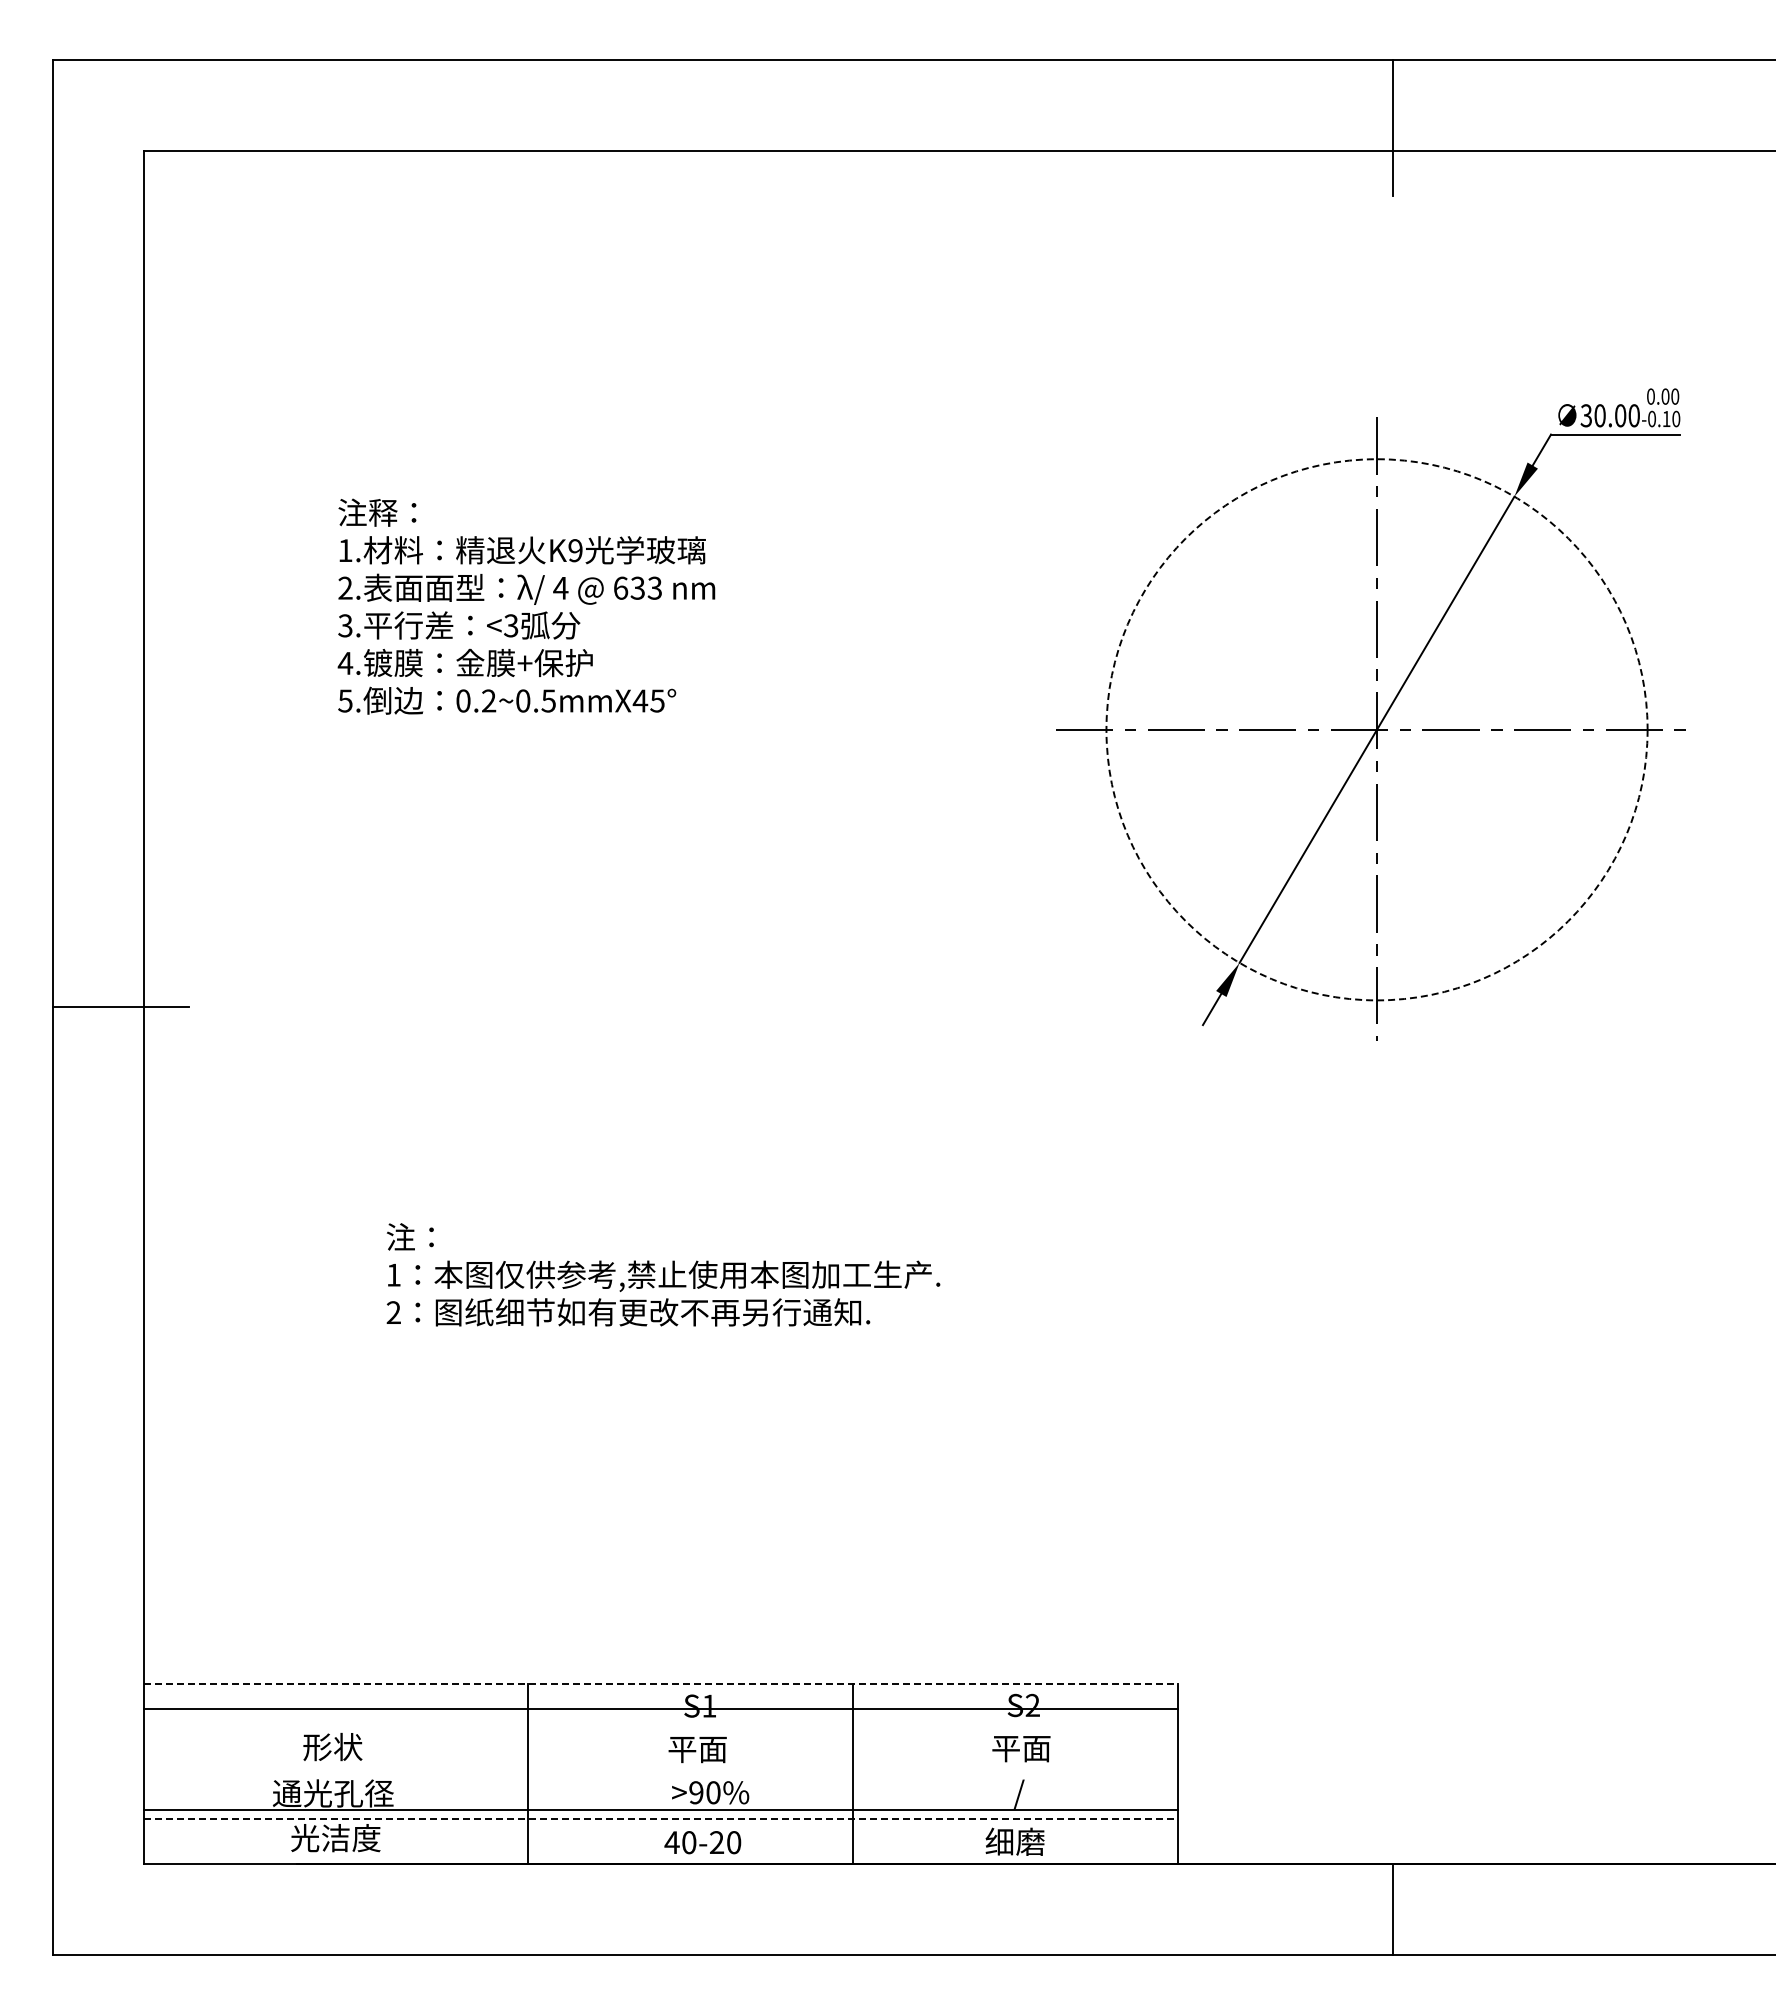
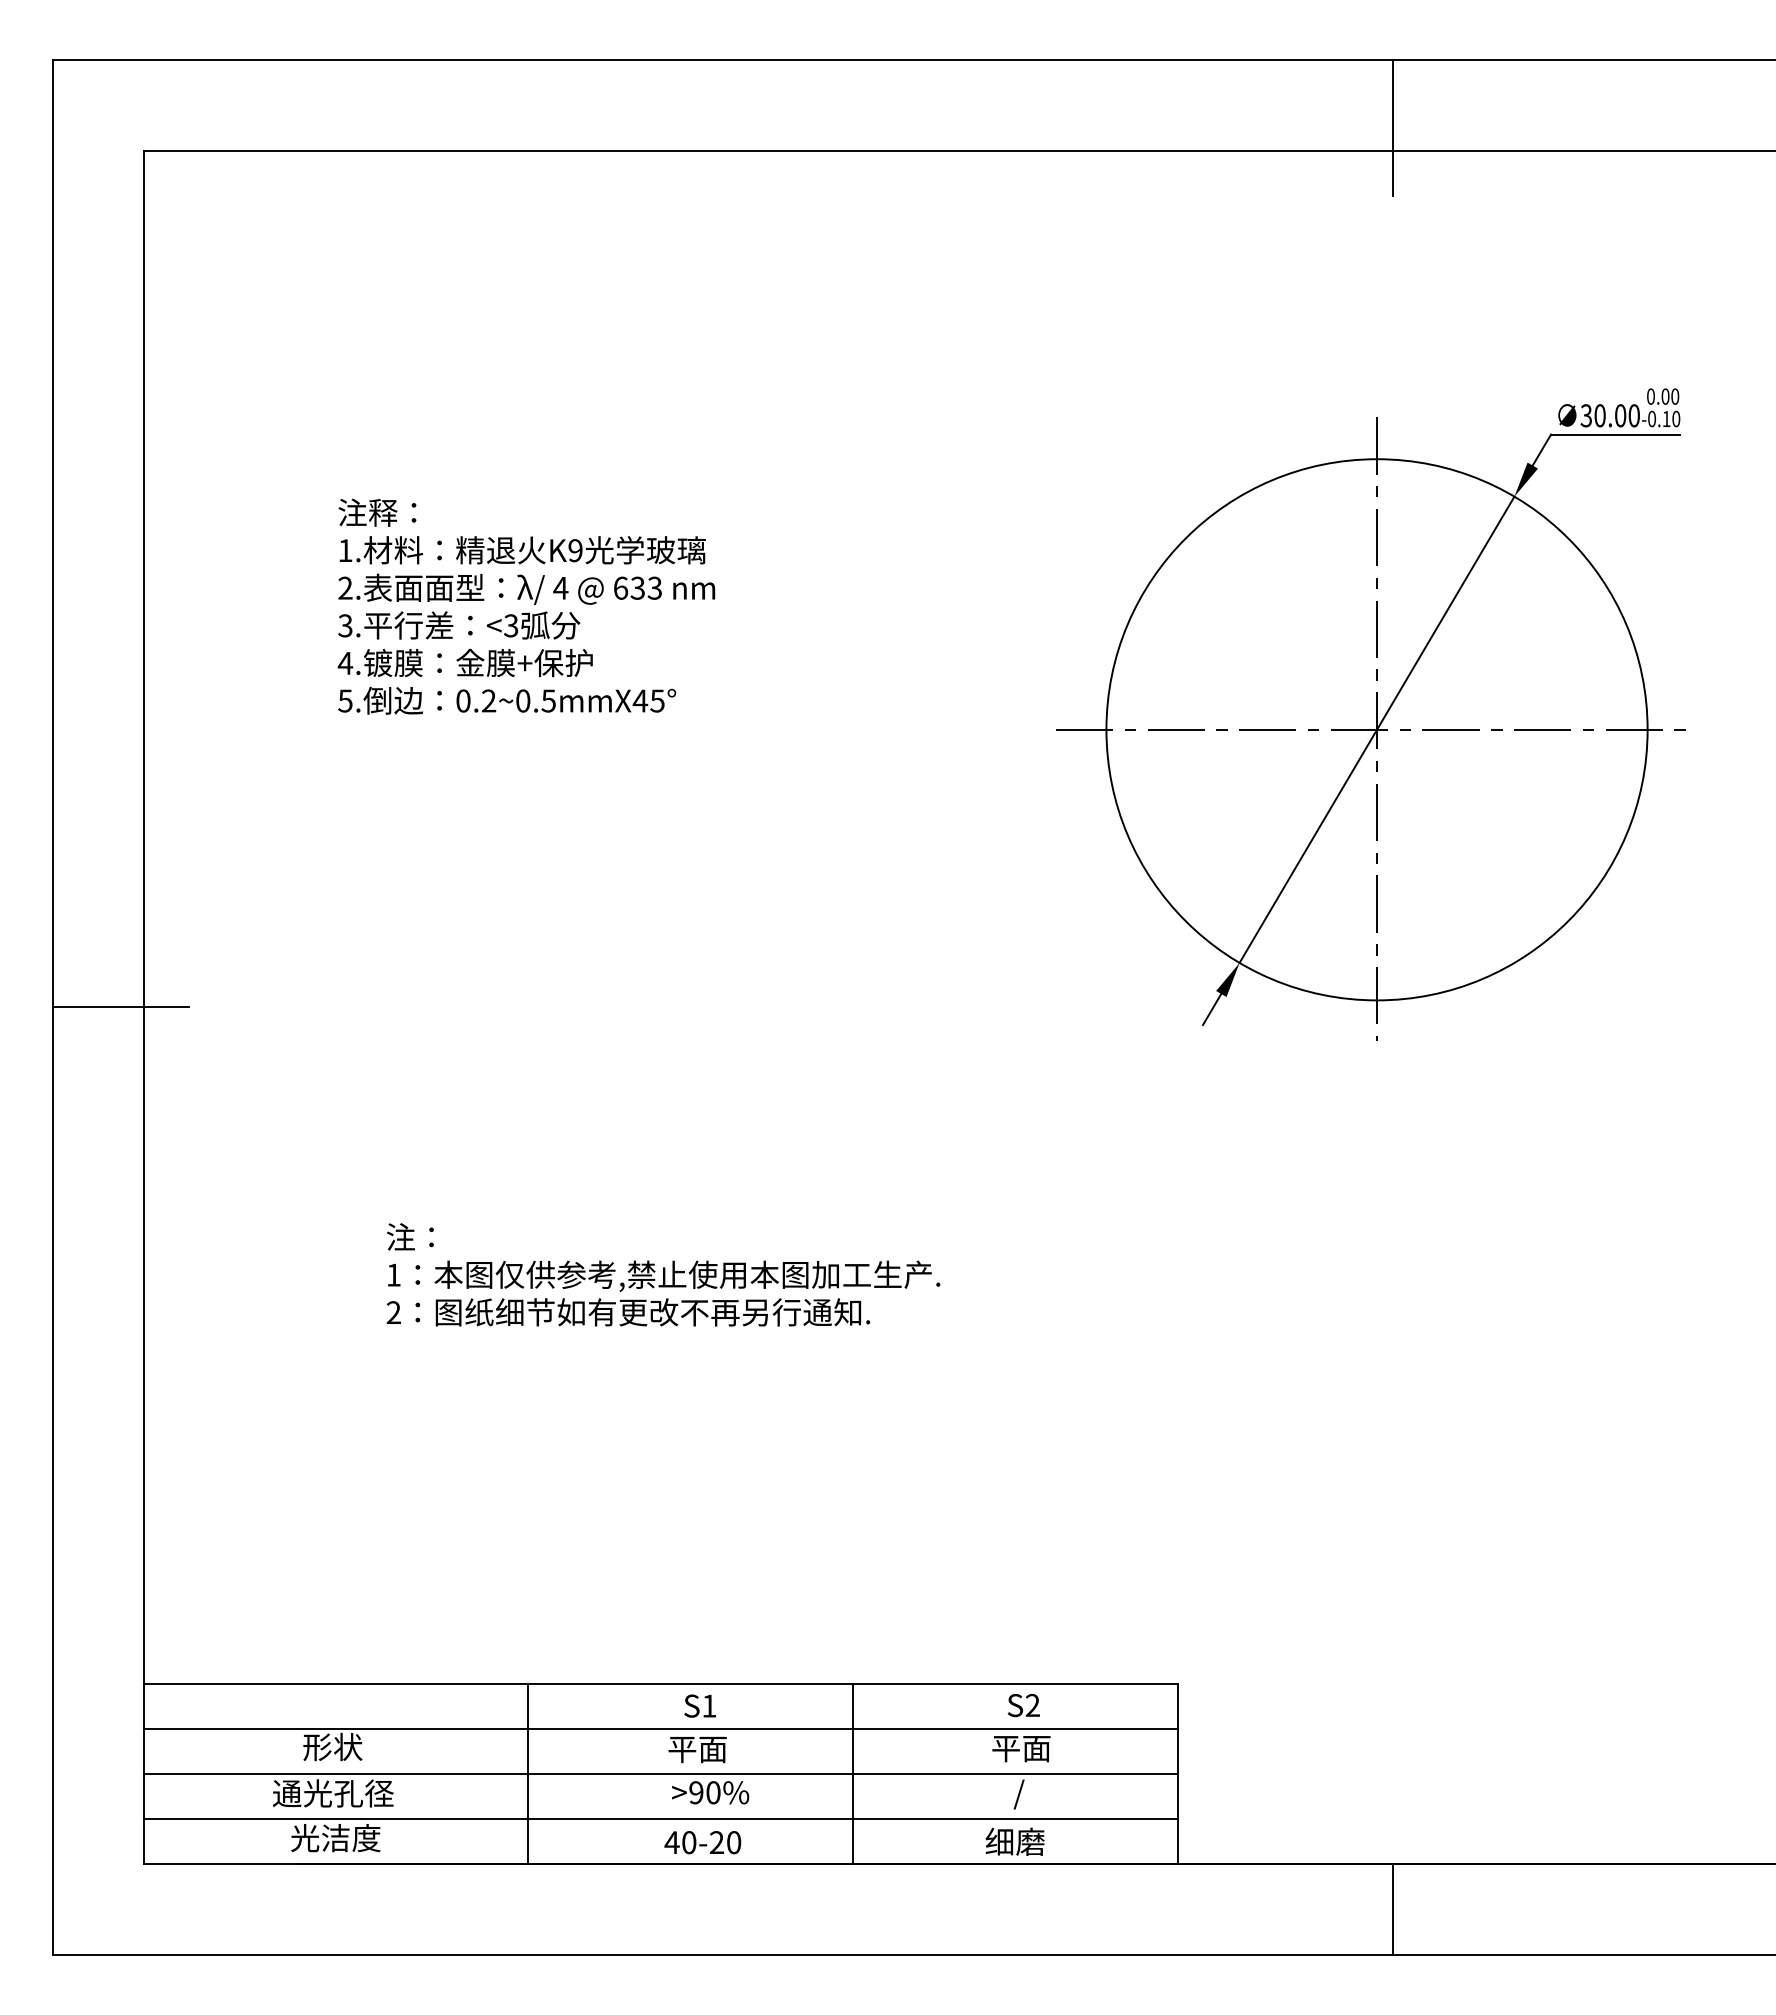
circle at (1376, 729): dashed -> solid
line at (661, 1683): dashed -> solid
line at (660, 1709) position: (660, 1709) -> (660, 1729)
line at (660, 1810) position: (660, 1810) -> (660, 1774)
line at (661, 1819): dashed -> solid
